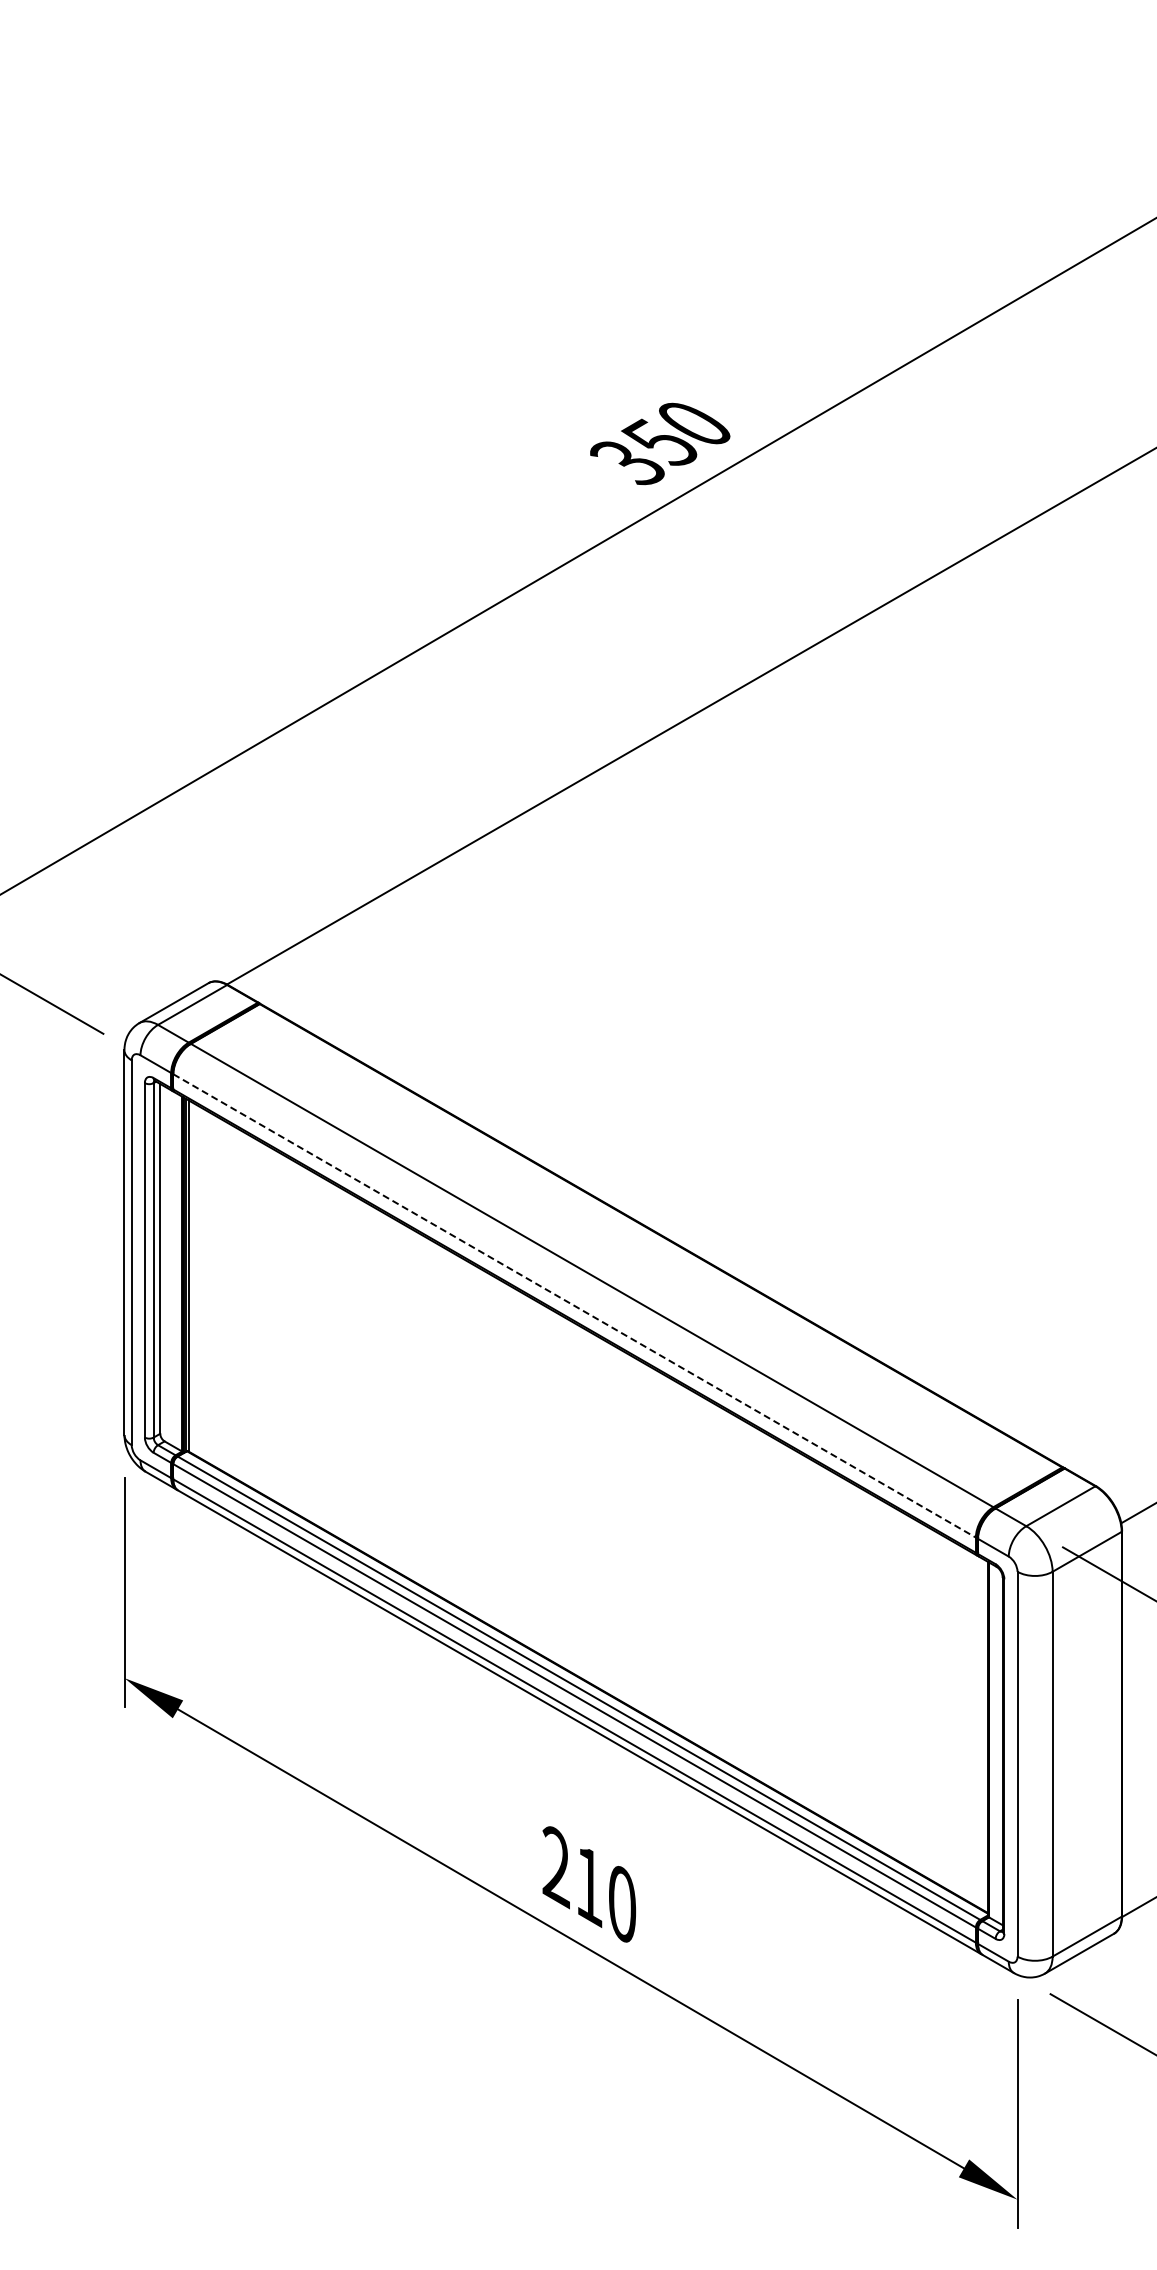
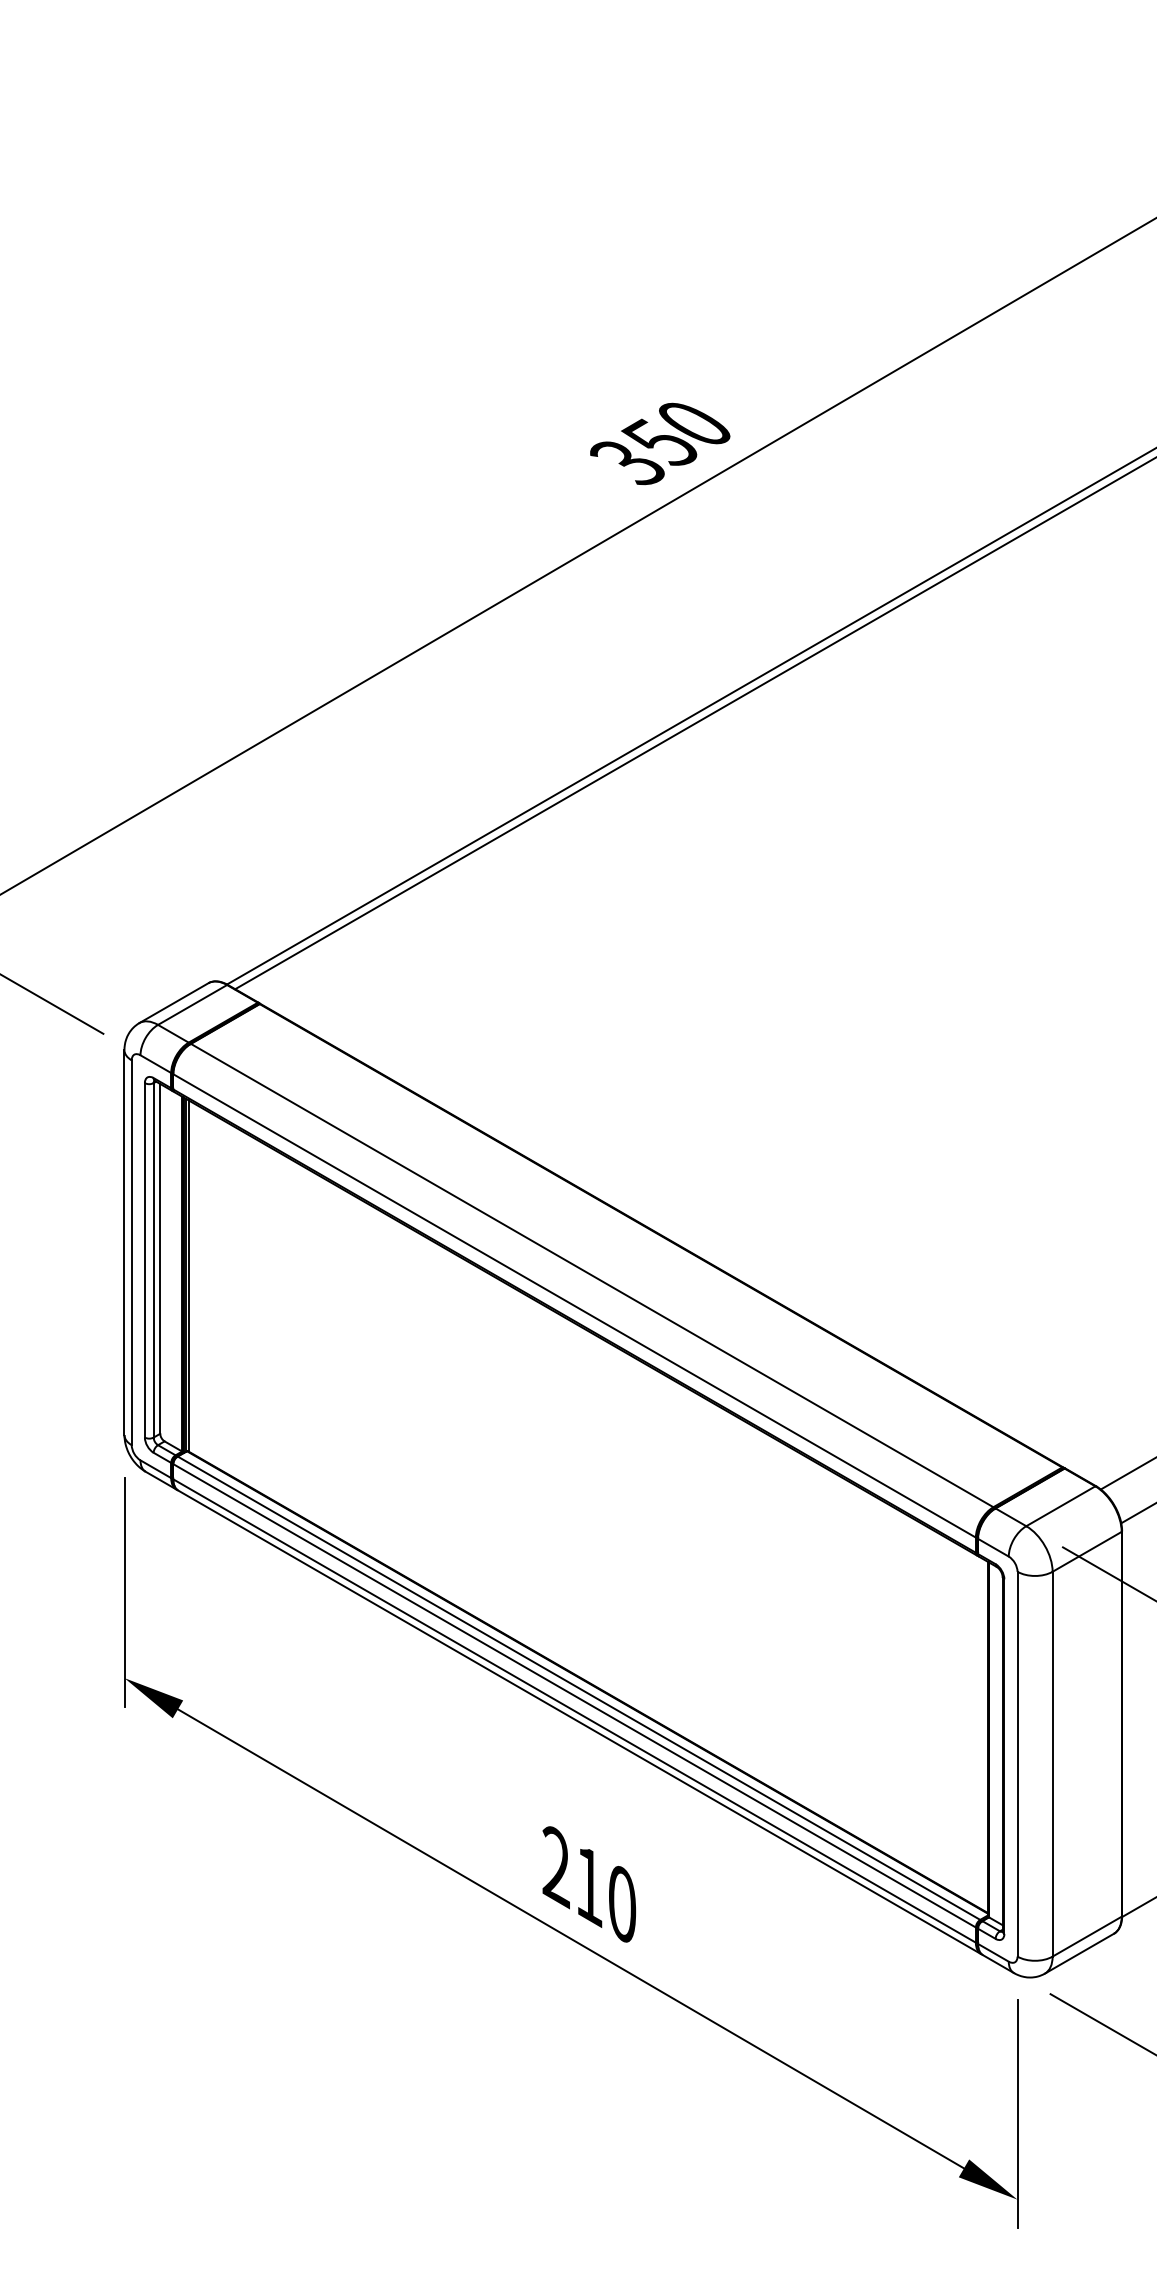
line at (694, 723): none -> present
line at (575, 1306): dashed -> solid
line at (1126, 1473): none -> present
